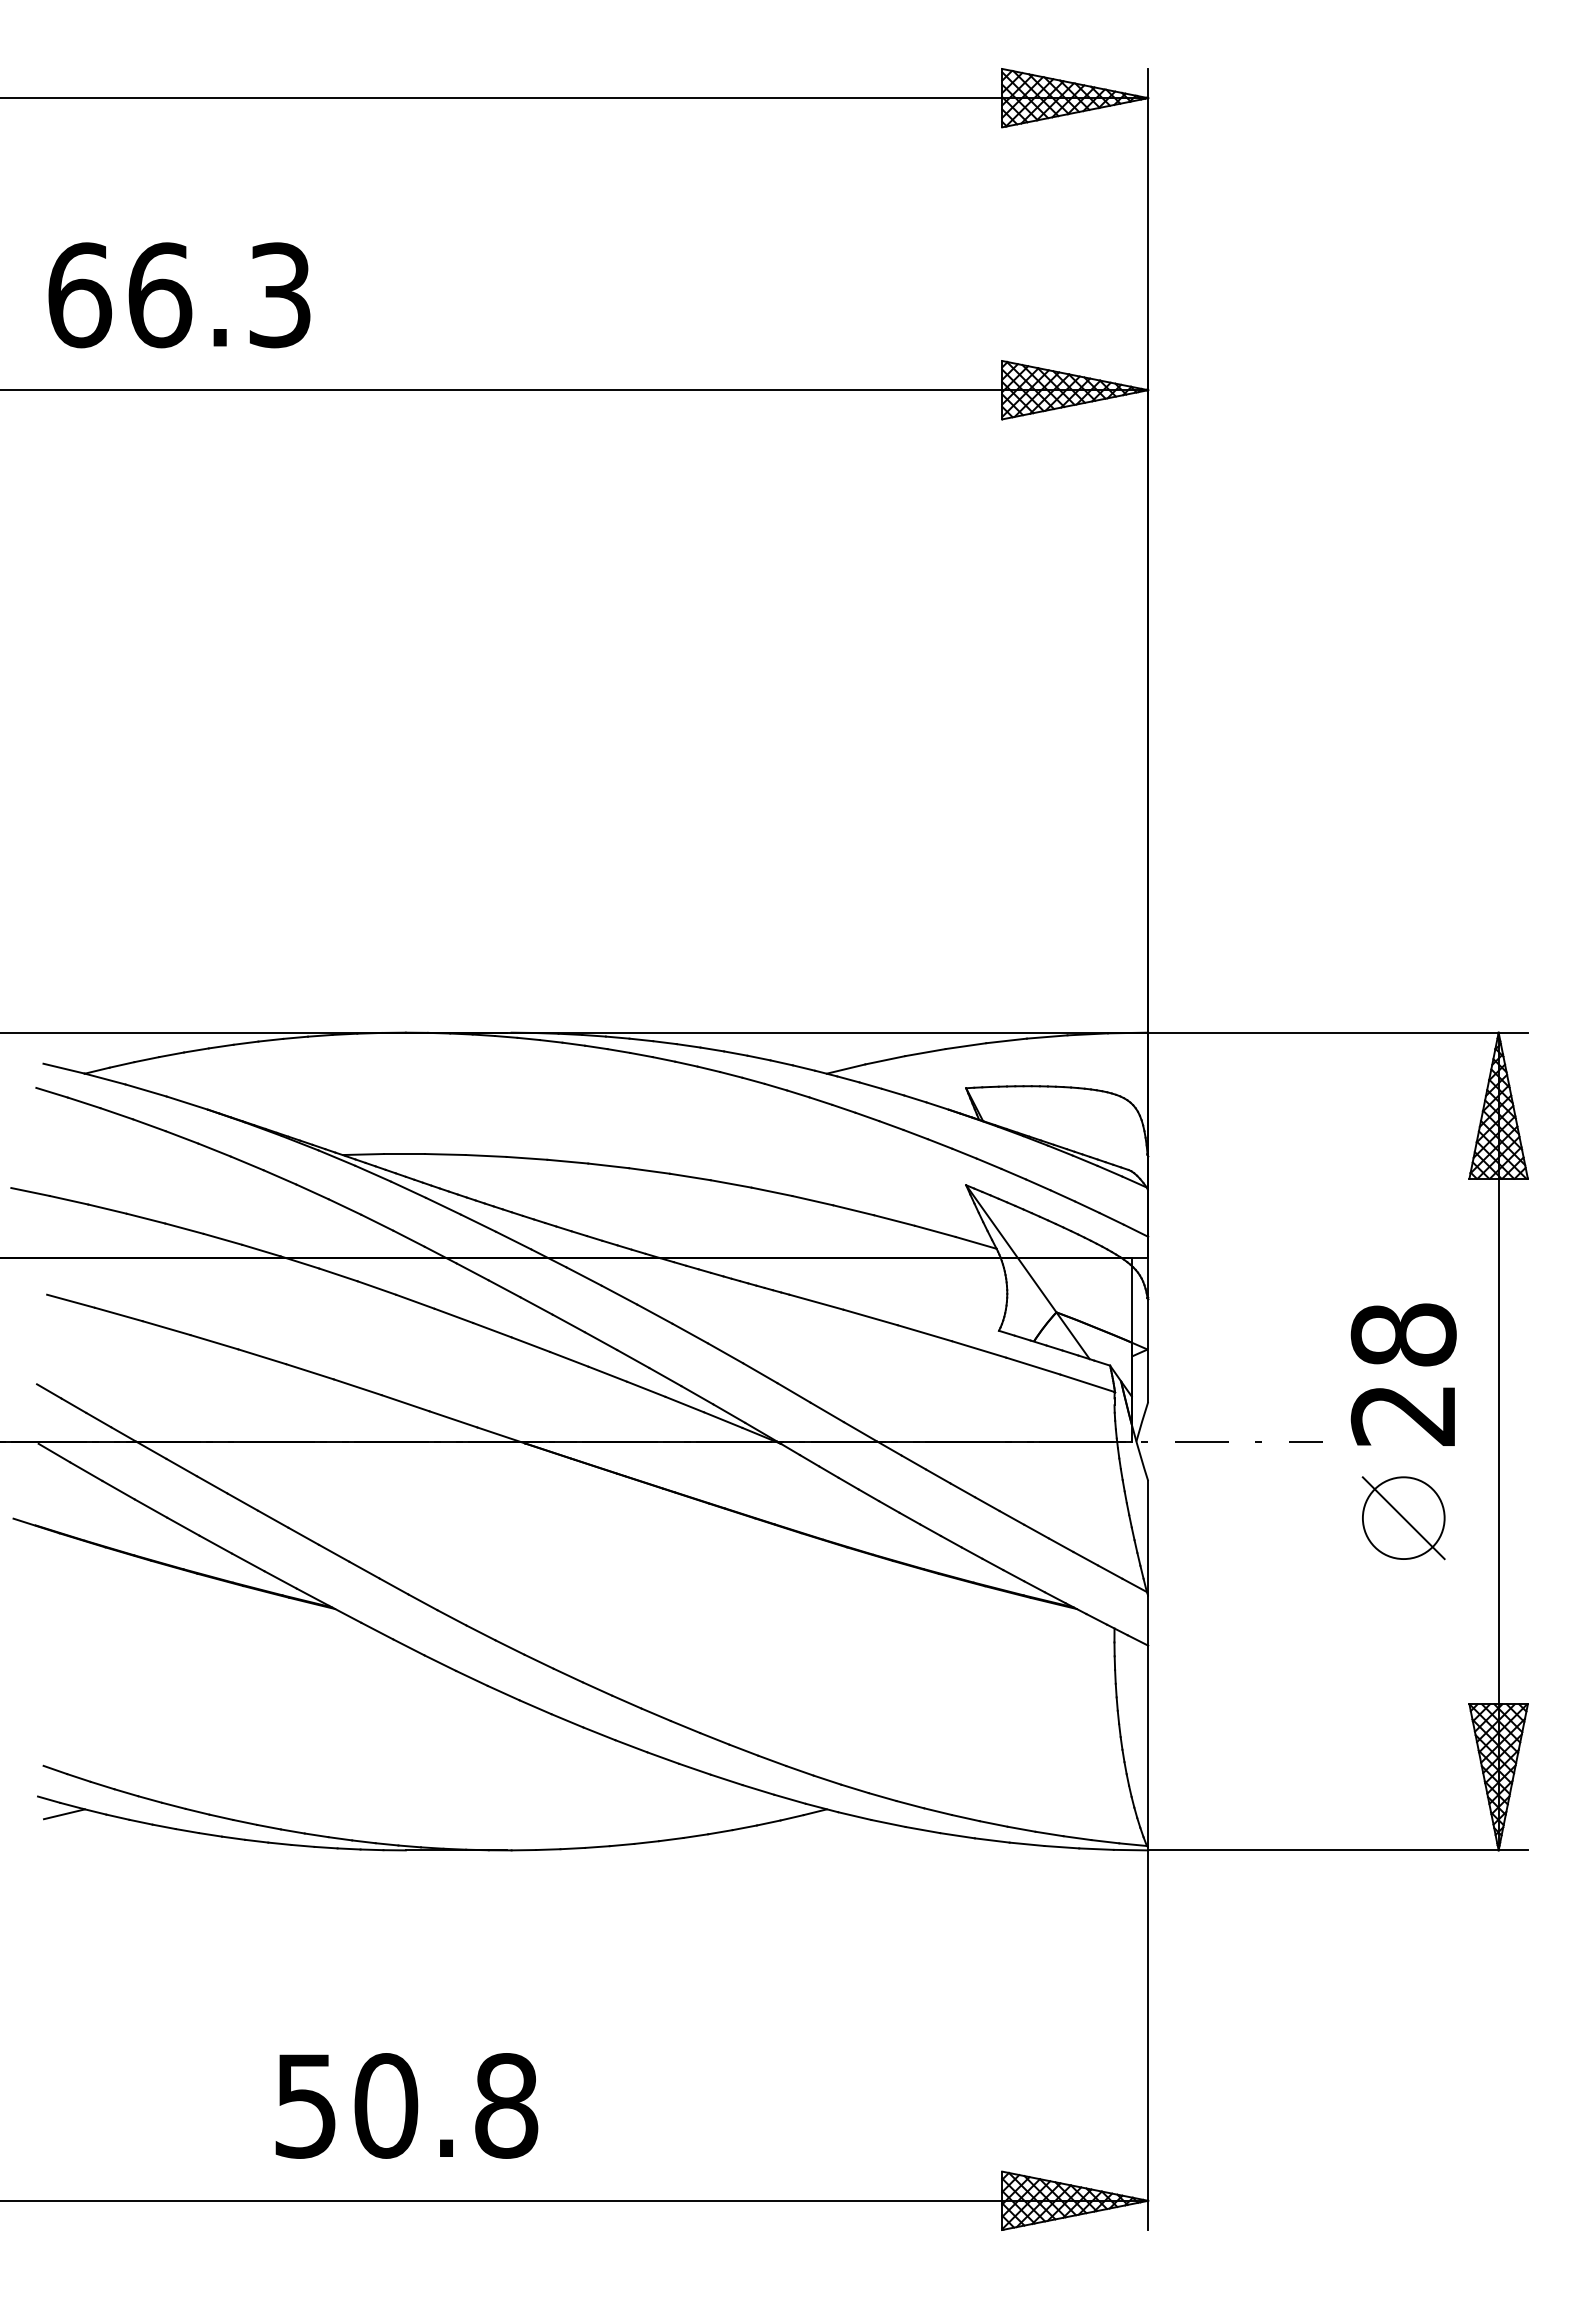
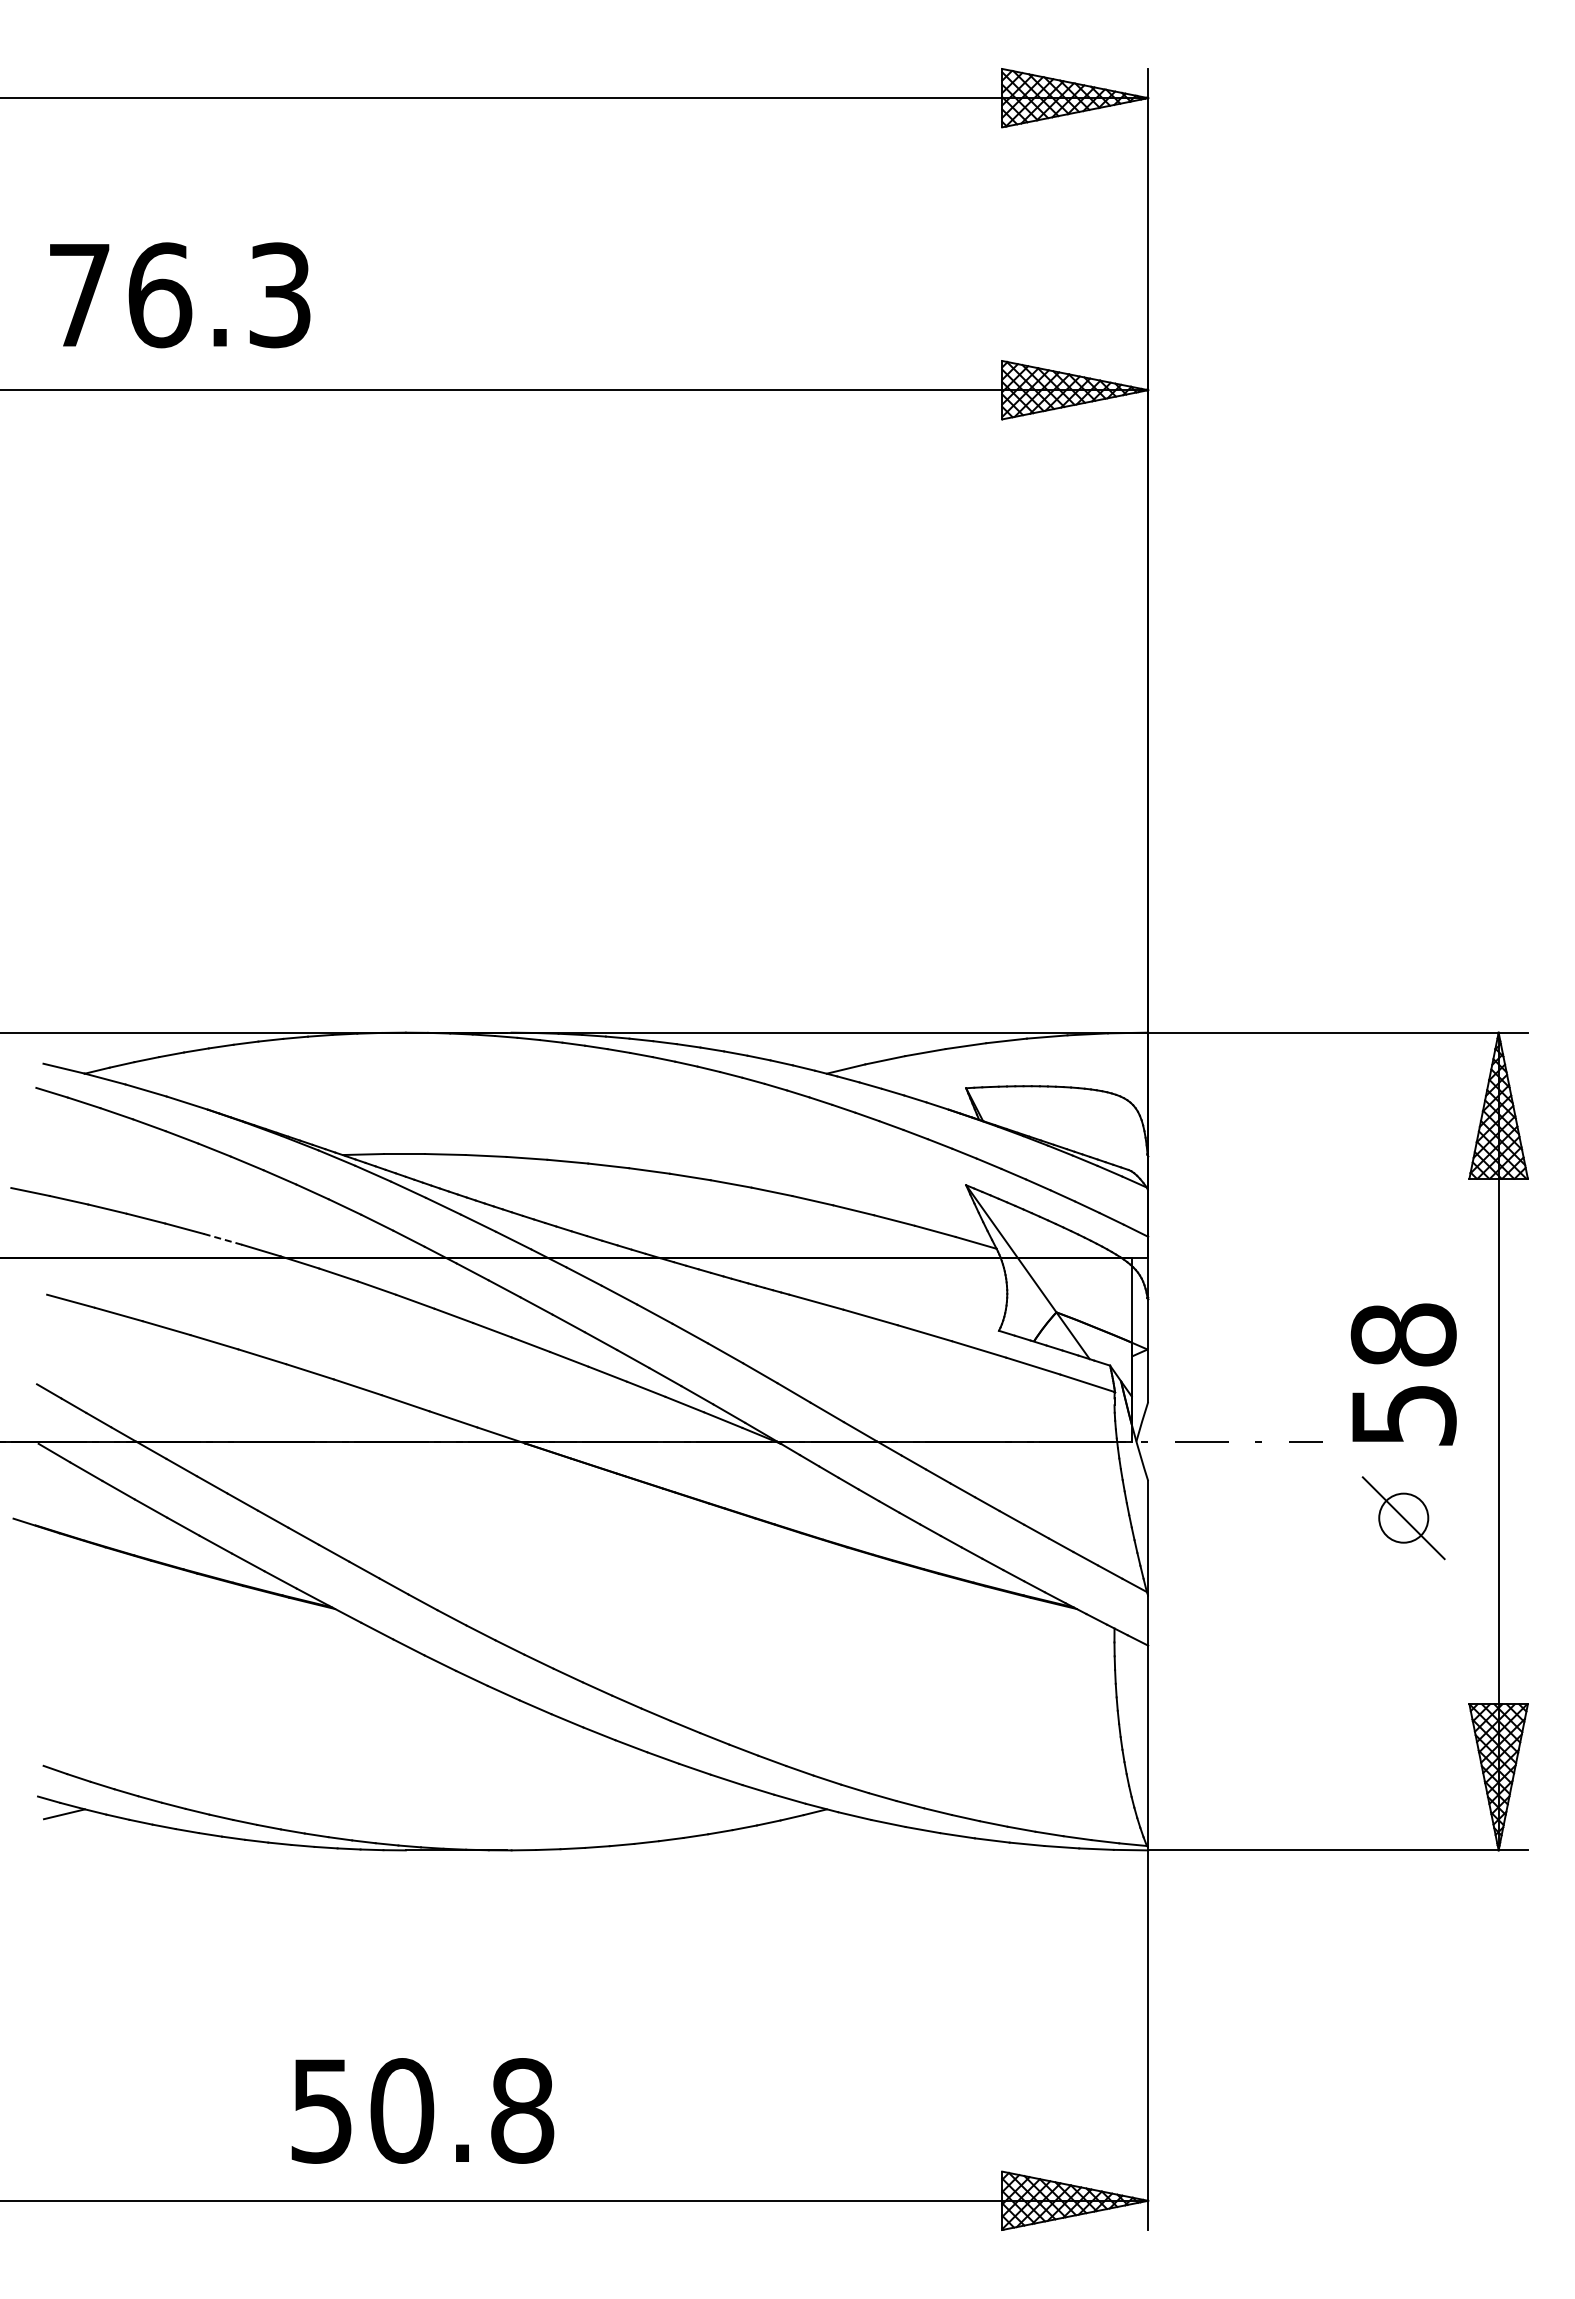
text at (80, 295): 66.3 -> 76.3
line at (222, 1239): solid -> dashed
text at (1403, 1415): 28 -> 58
circle at (1403, 1518) diameter: 82 px -> 49 px
text at (406, 2105) position: (406, 2105) -> (422, 2110)
